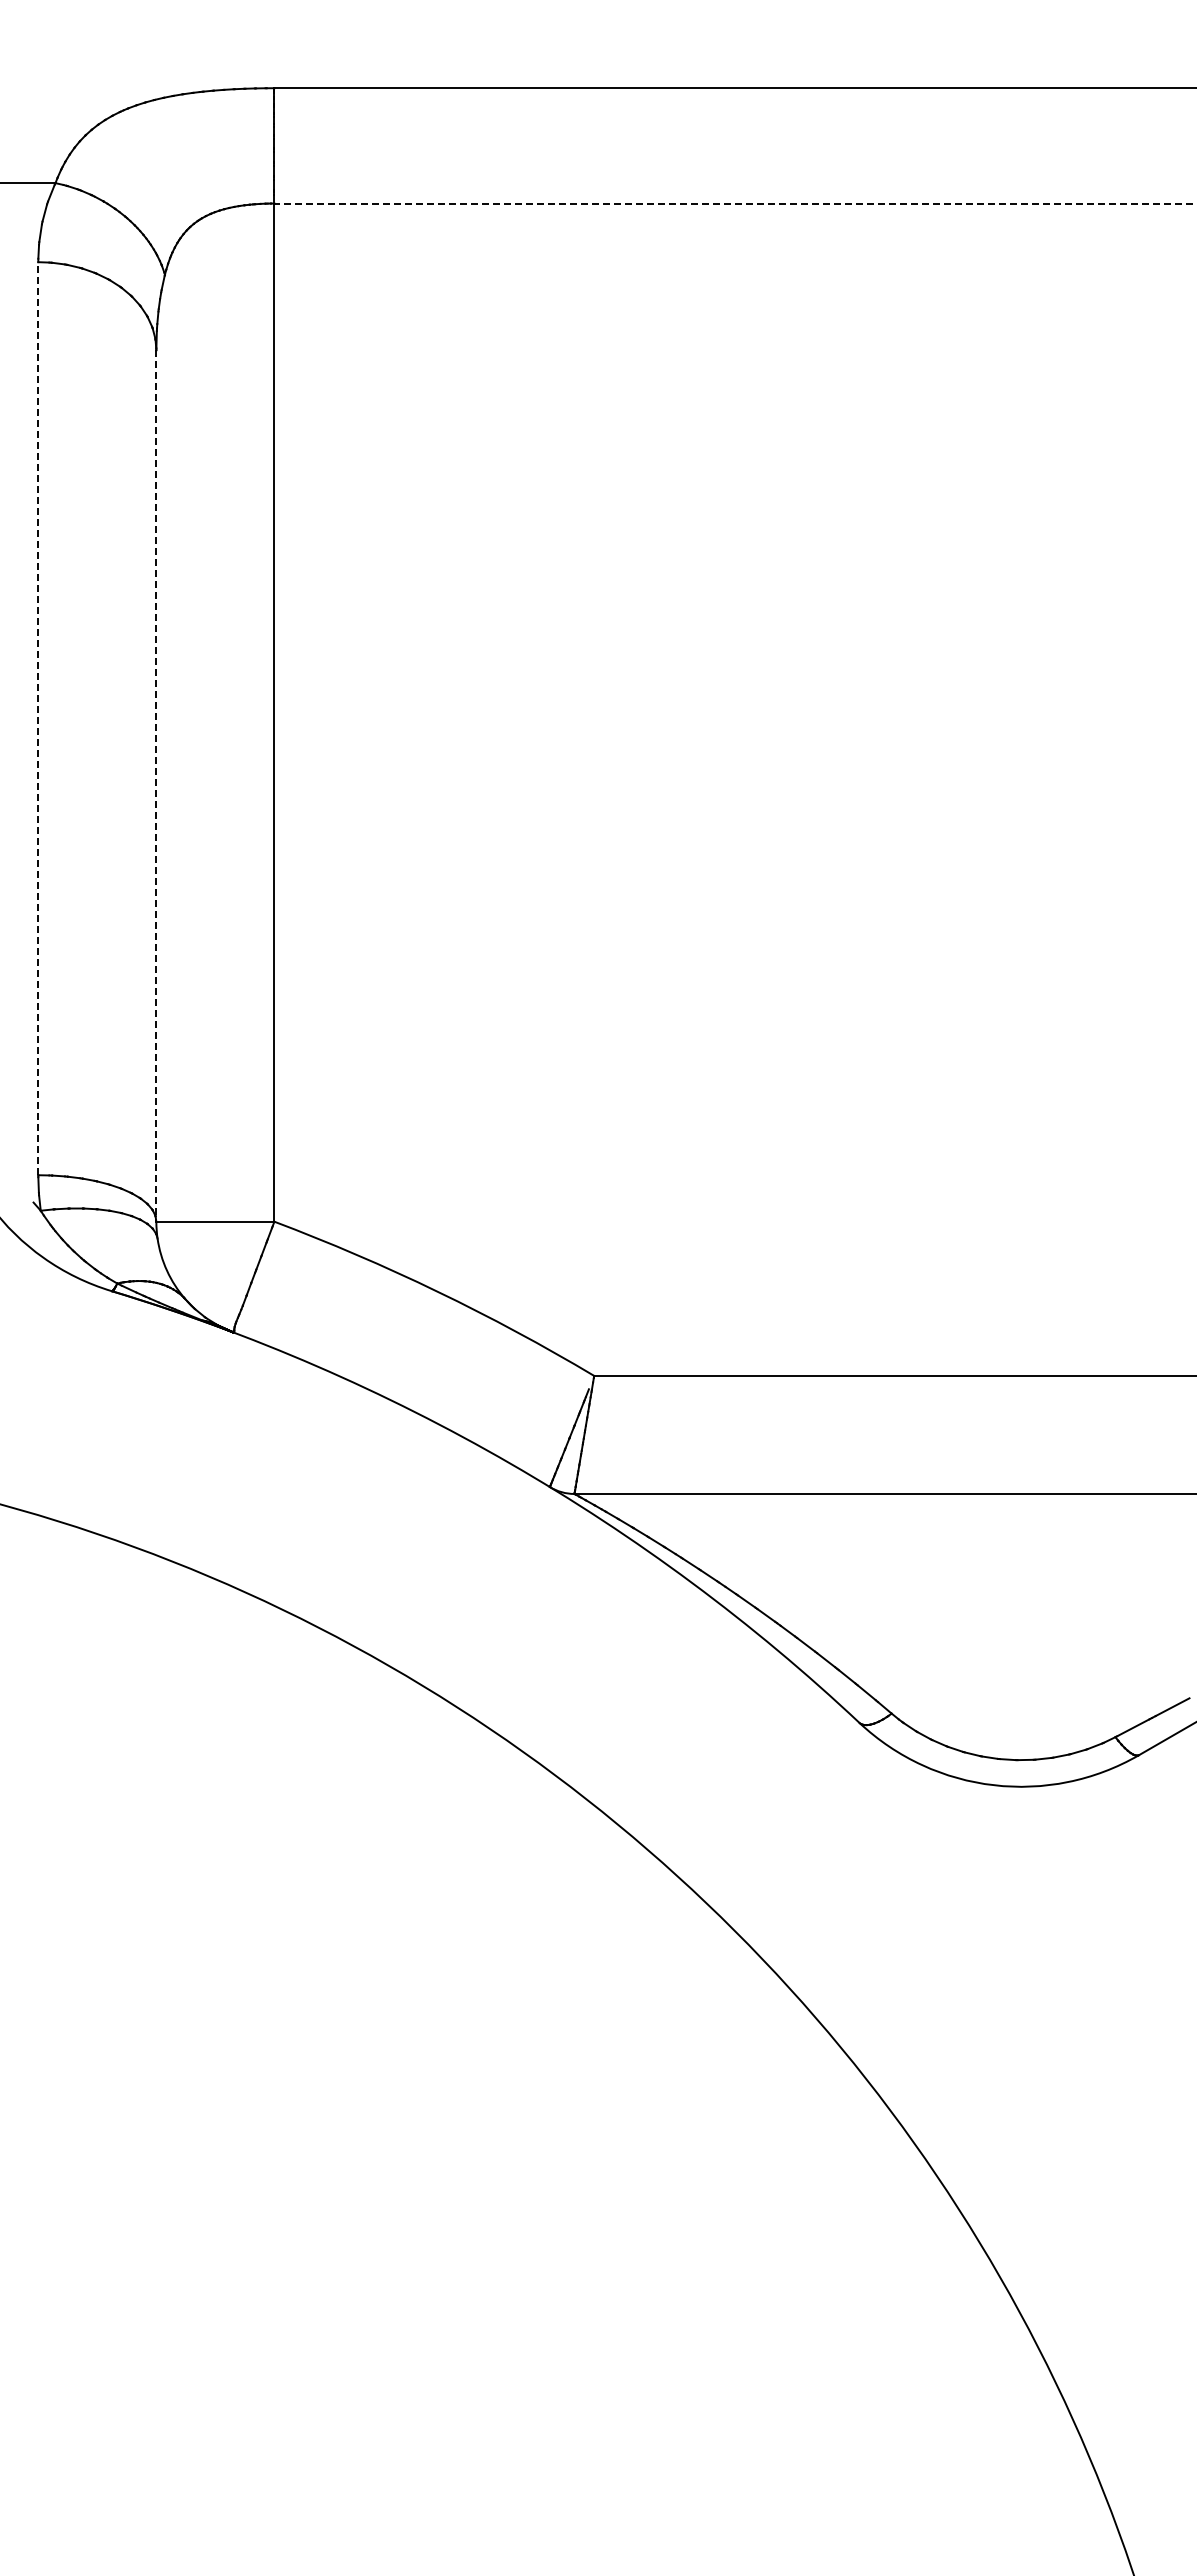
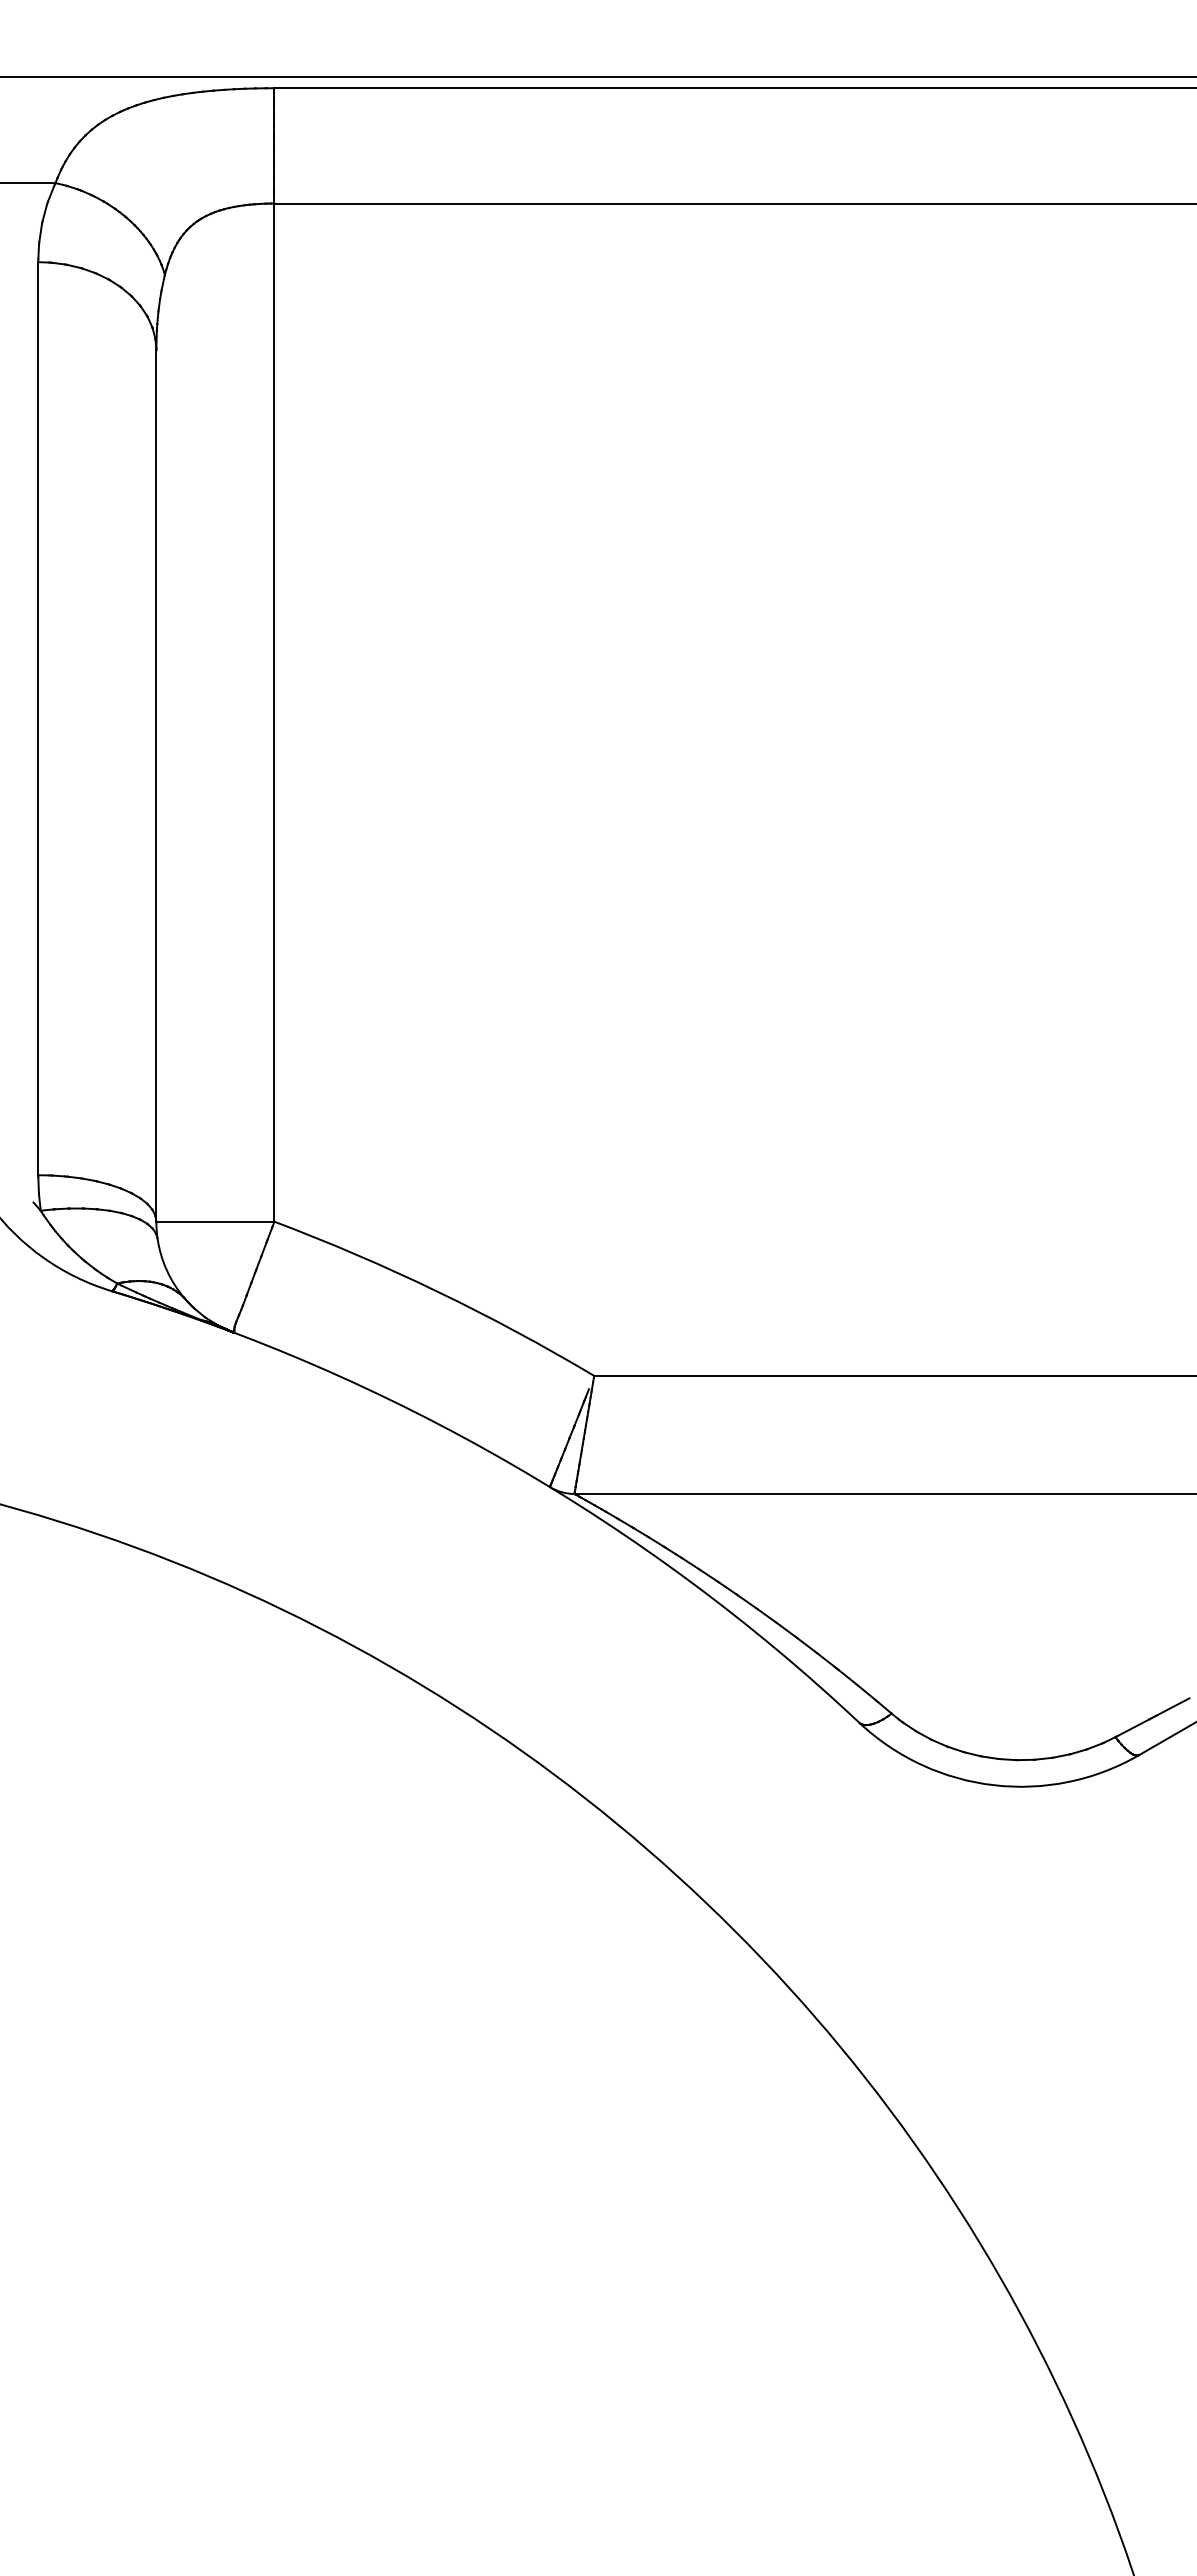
line at (597, 77): none -> present
line at (735, 203): dashed -> solid
line at (38, 718): dashed -> solid
line at (156, 785): dashed -> solid
